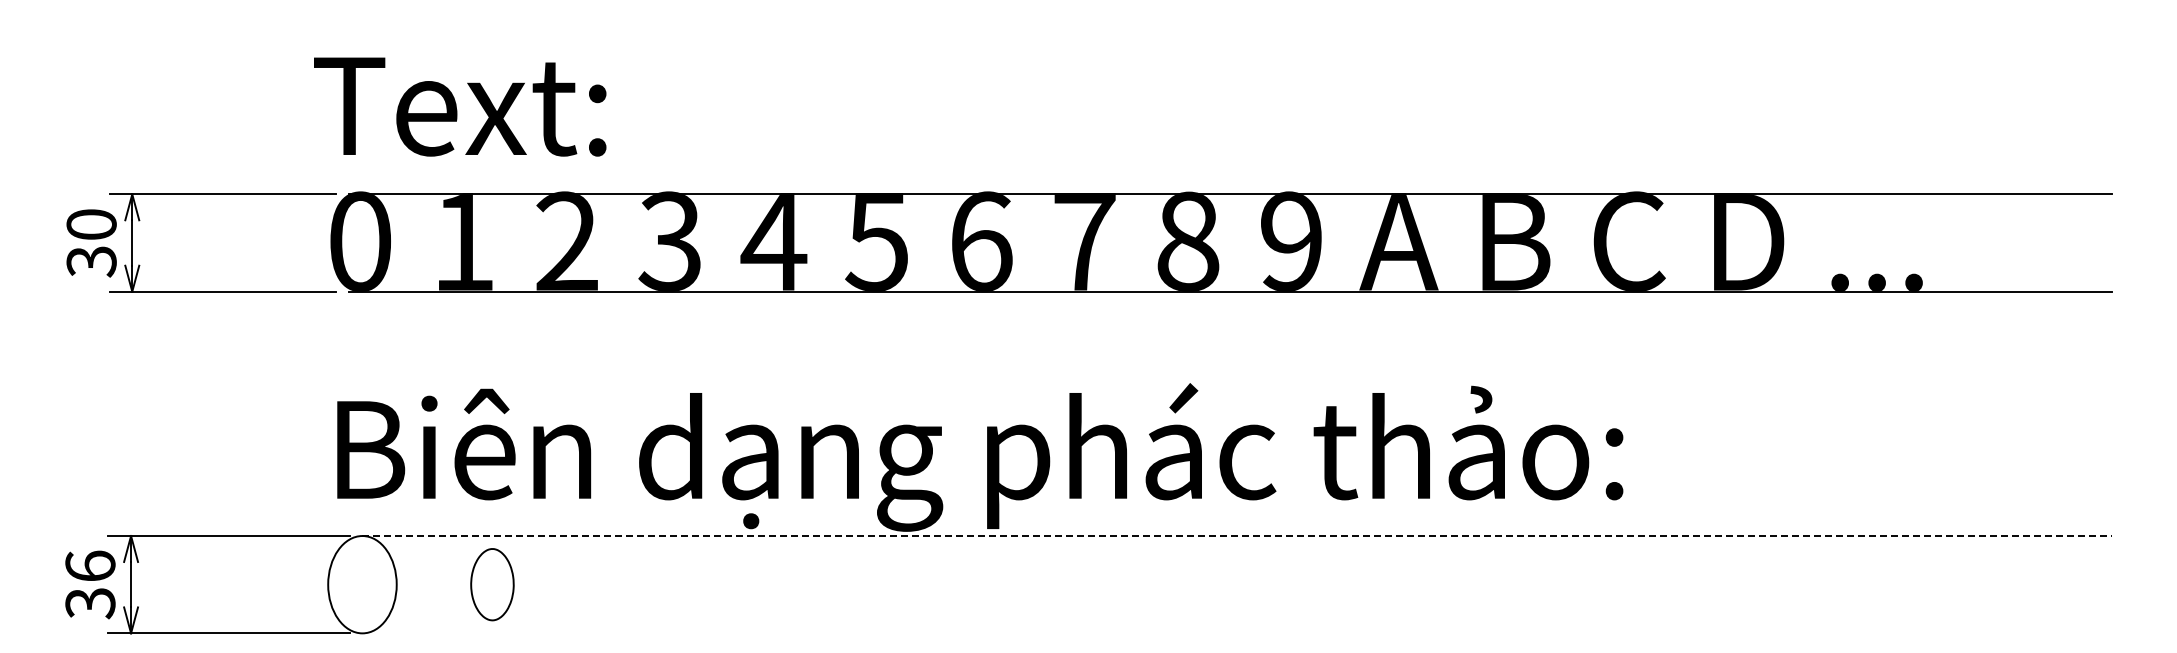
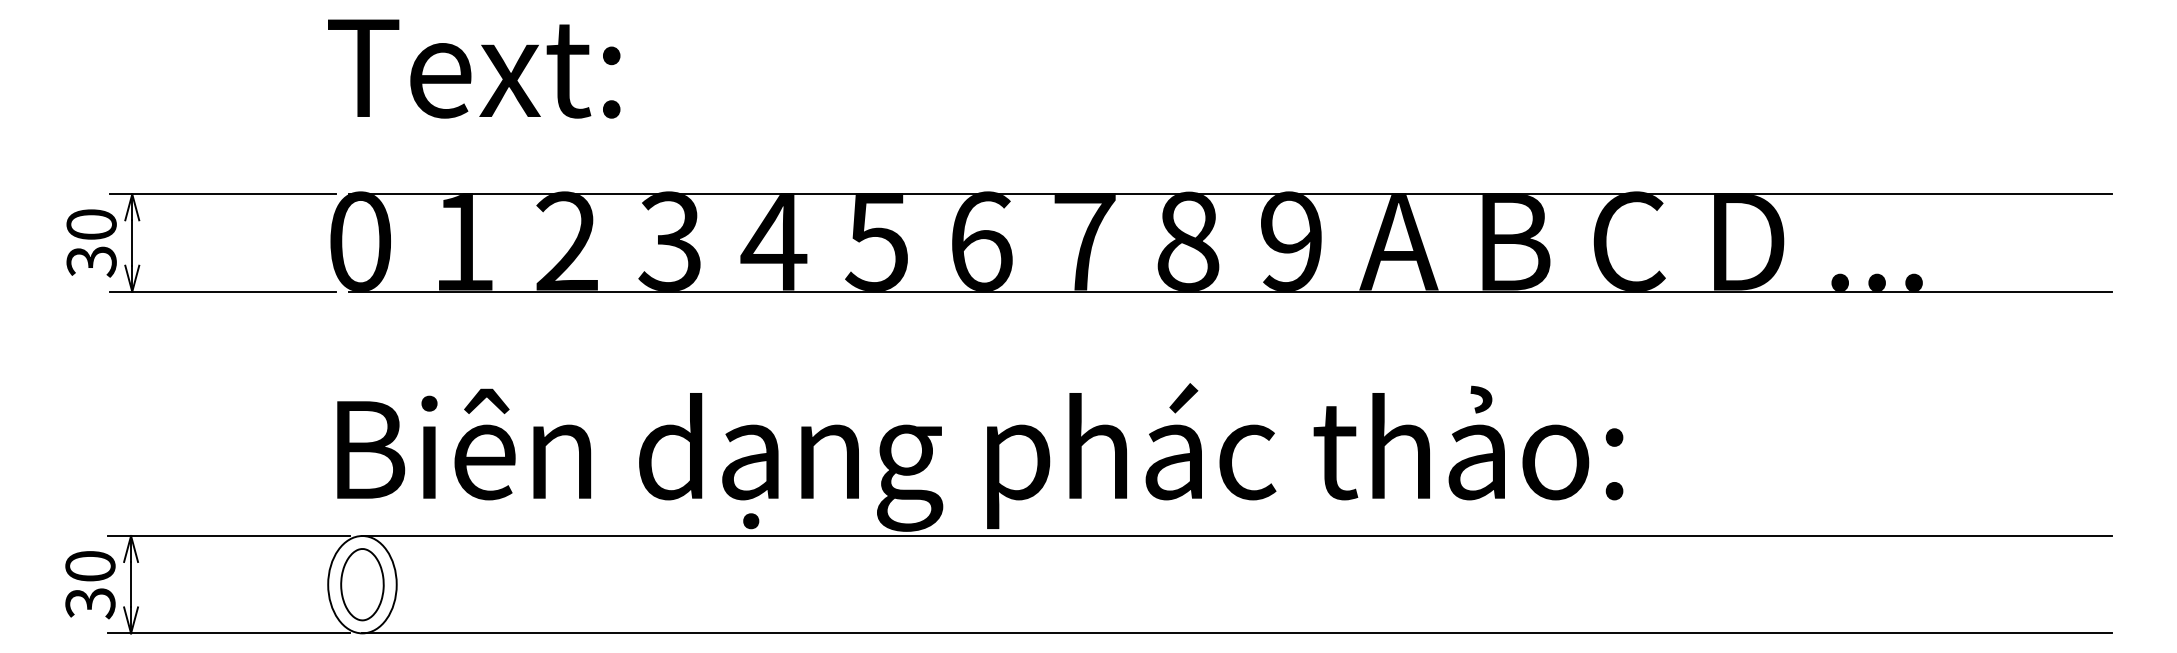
text at (460, 106) position: (460, 106) -> (474, 68)
line at (1237, 536): dashed -> solid
text at (90, 565): 36 -> 30
part at (492, 584) position: (492, 584) -> (362, 584)
line at (1236, 633): none -> present
